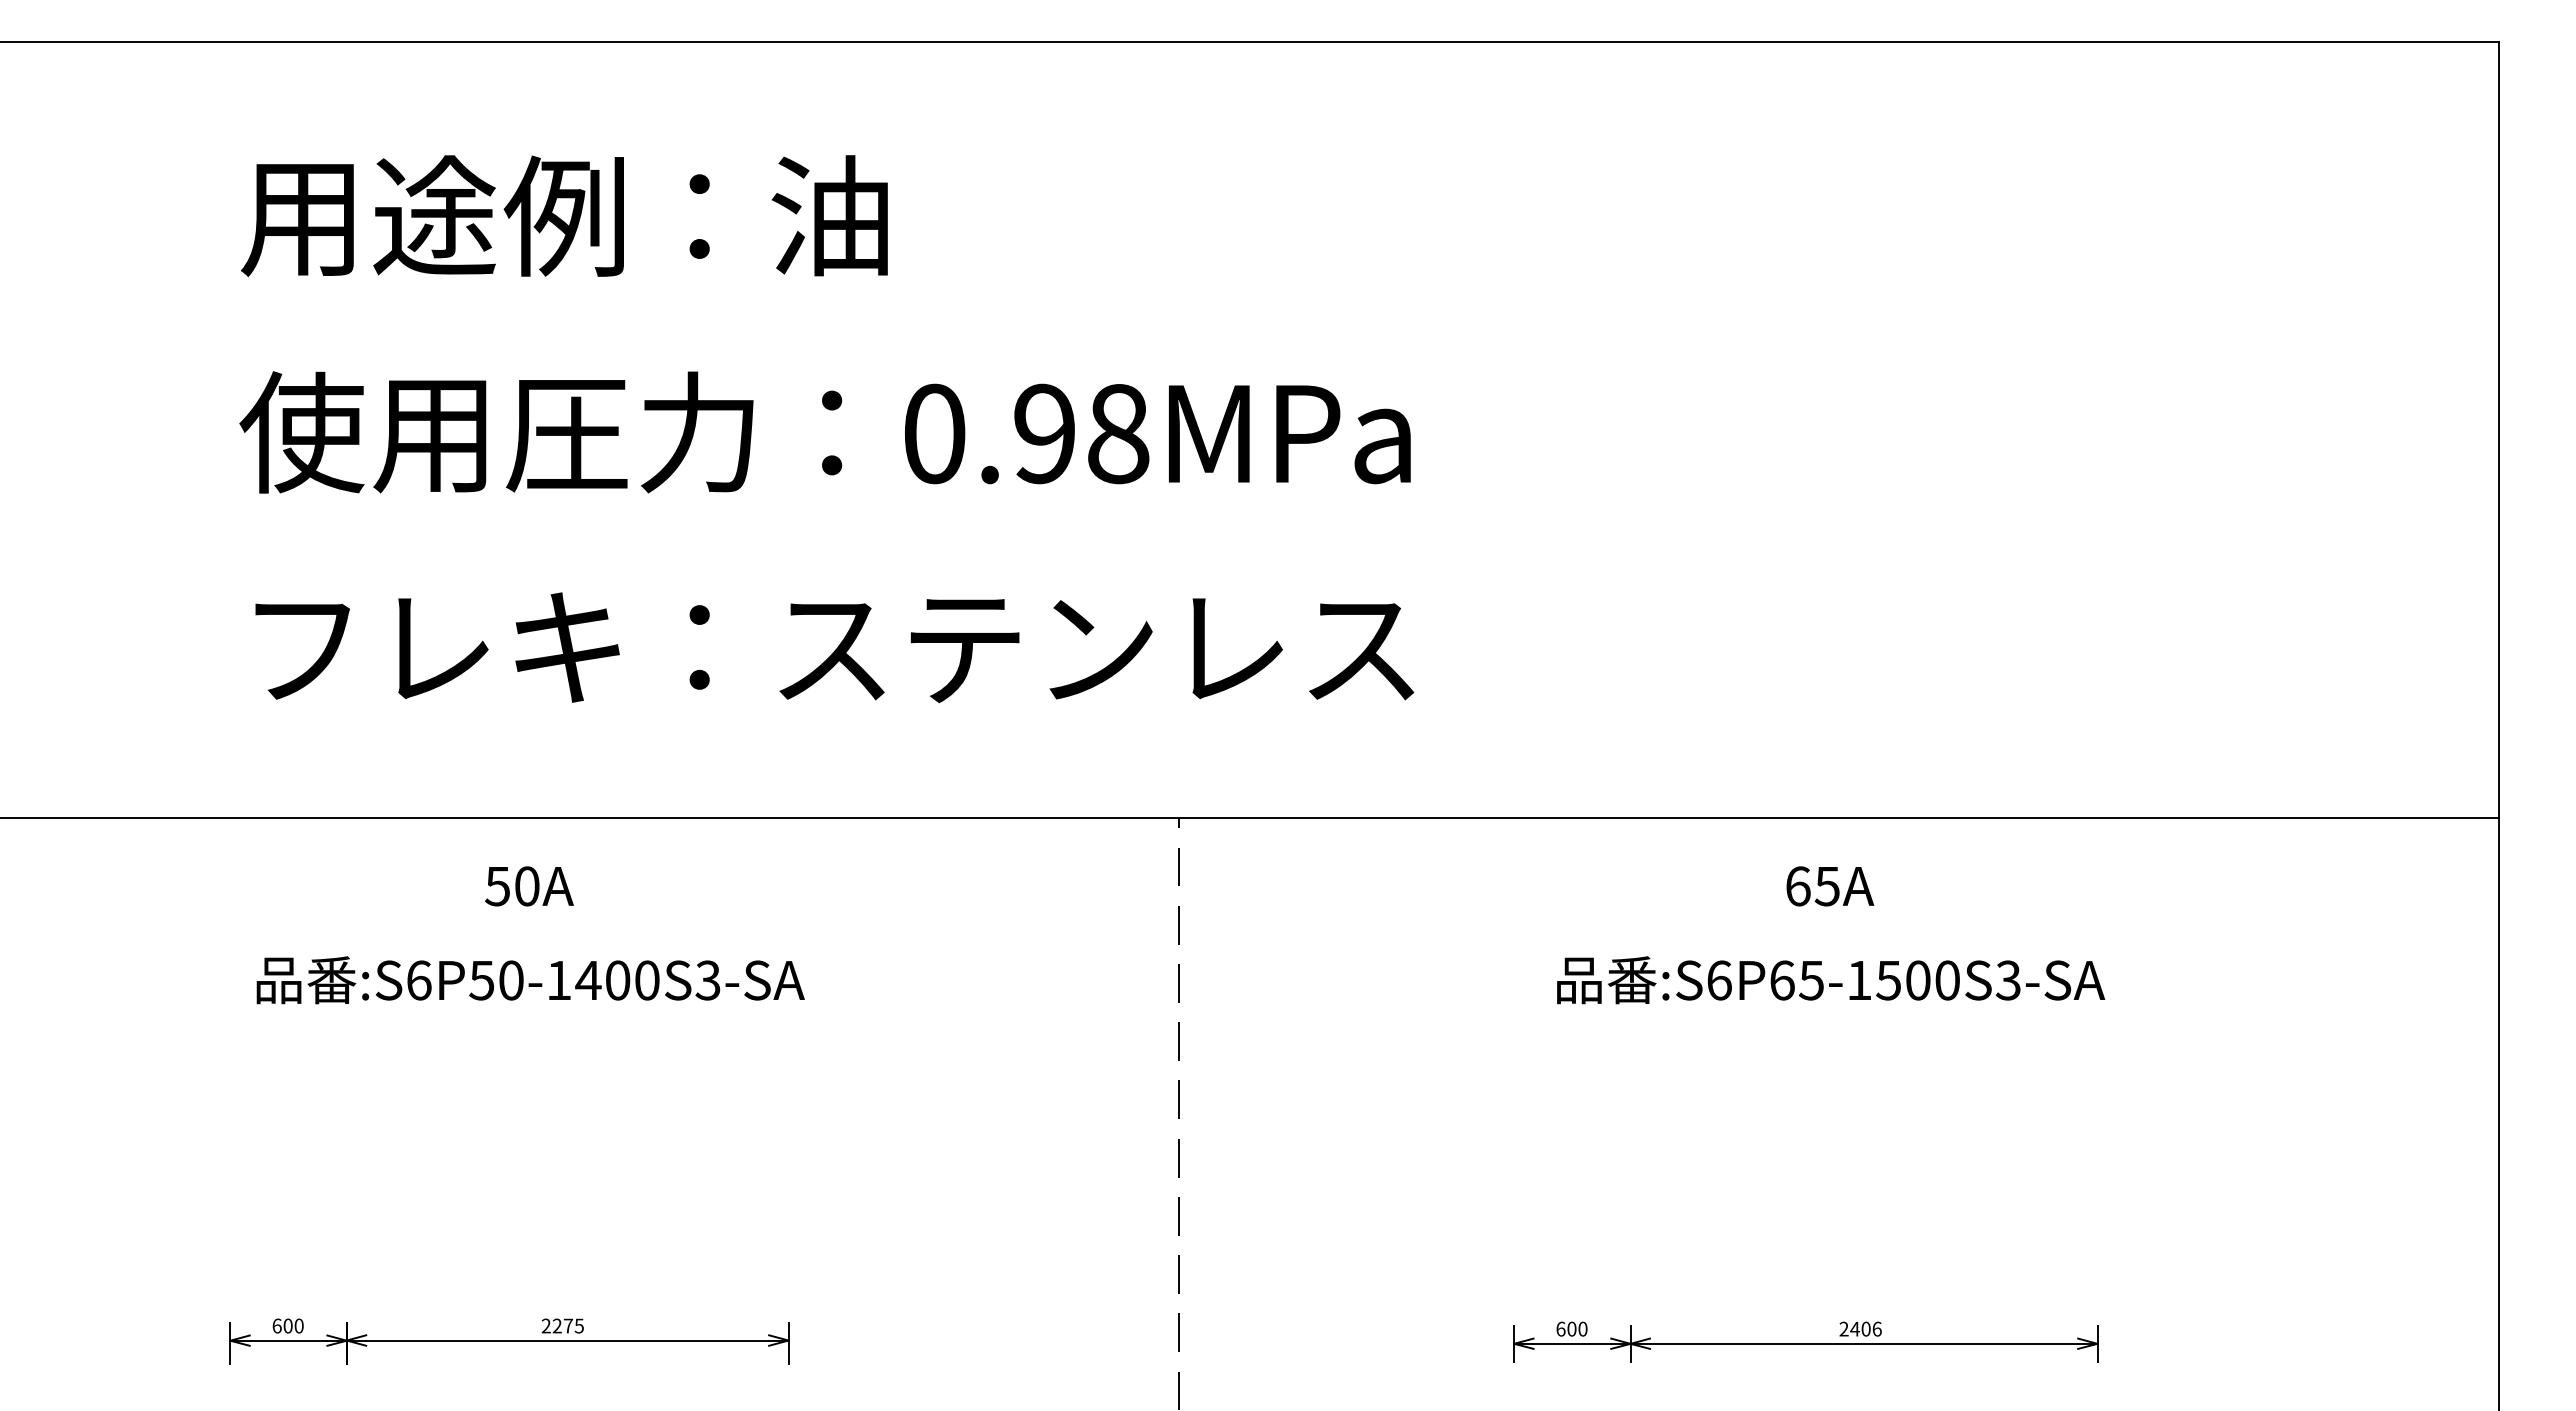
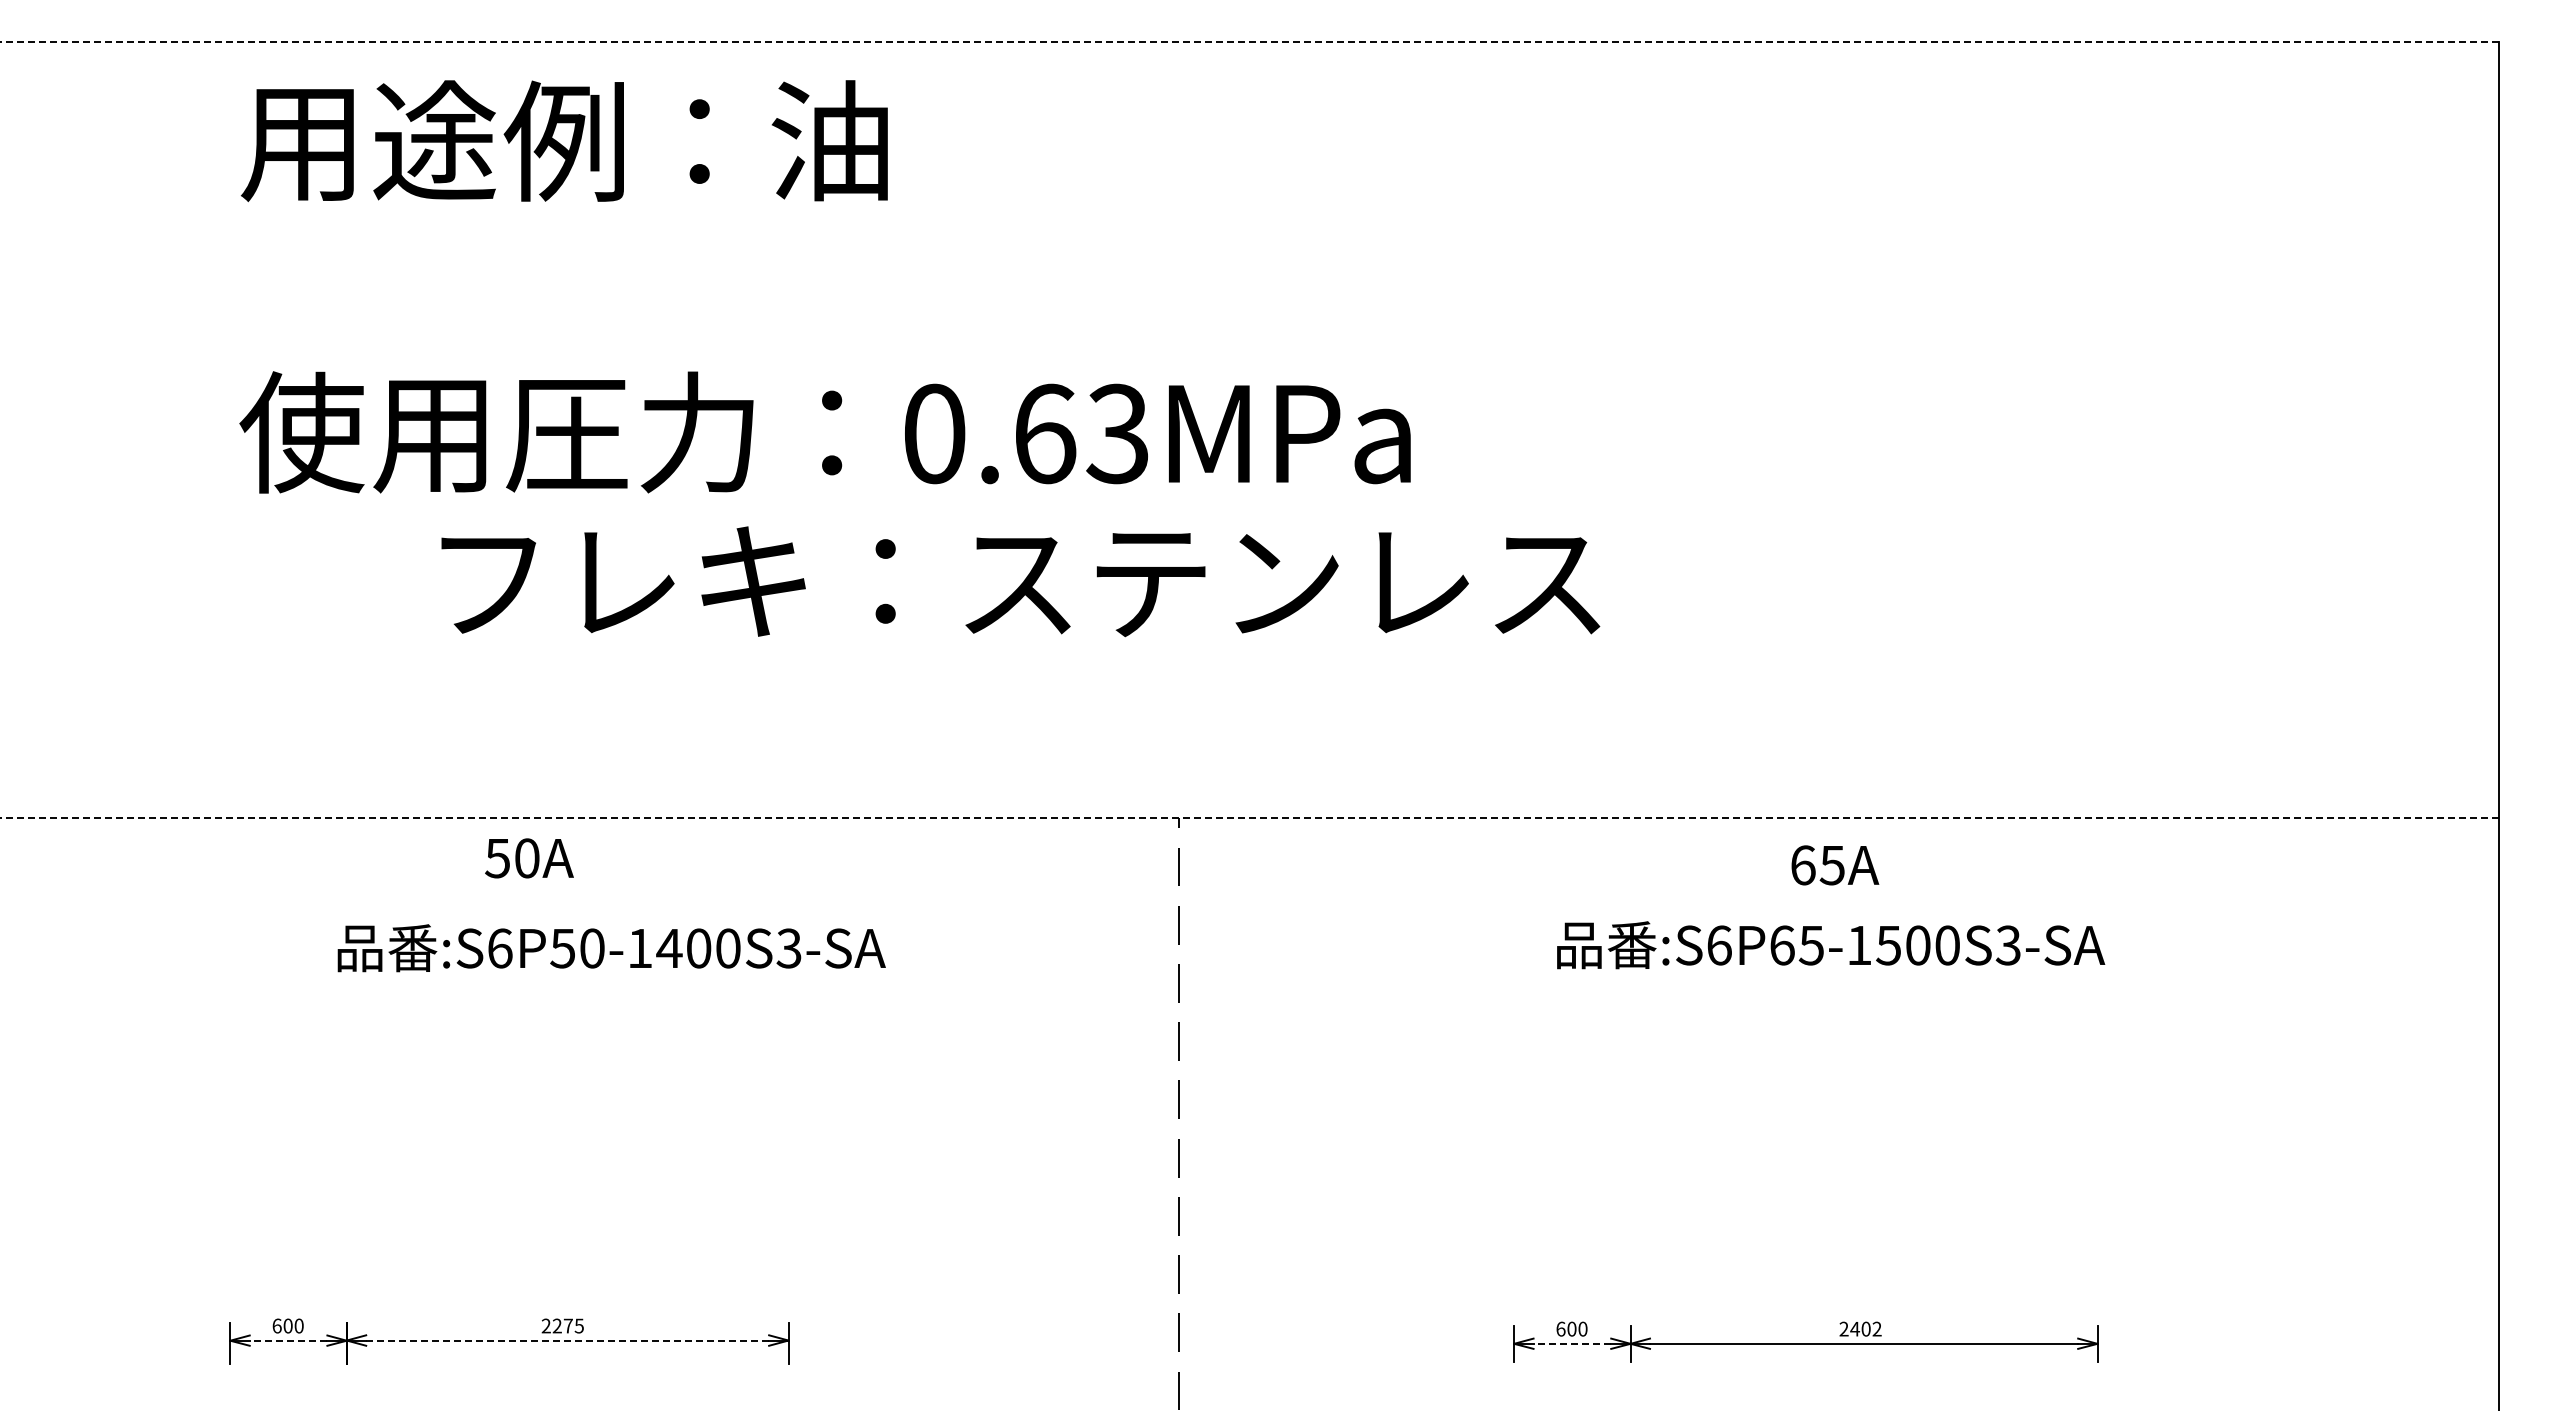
line at (1249, 42): solid -> dashed
text at (563, 216) position: (563, 216) -> (563, 141)
text at (1081, 433): 0.98MPa -> 0.63MPa
text at (834, 647) position: (834, 647) -> (1020, 581)
line at (1249, 818): solid -> dashed
text at (529, 886) position: (529, 886) -> (529, 858)
text at (1830, 886) position: (1830, 886) -> (1835, 865)
text at (530, 980) position: (530, 980) -> (611, 948)
text at (1831, 980) position: (1831, 980) -> (1831, 945)
text at (1876, 1328): 2406 -> 2402
line at (288, 1340): solid -> dashed
line at (567, 1340): solid -> dashed
line at (1572, 1343): solid -> dashed
